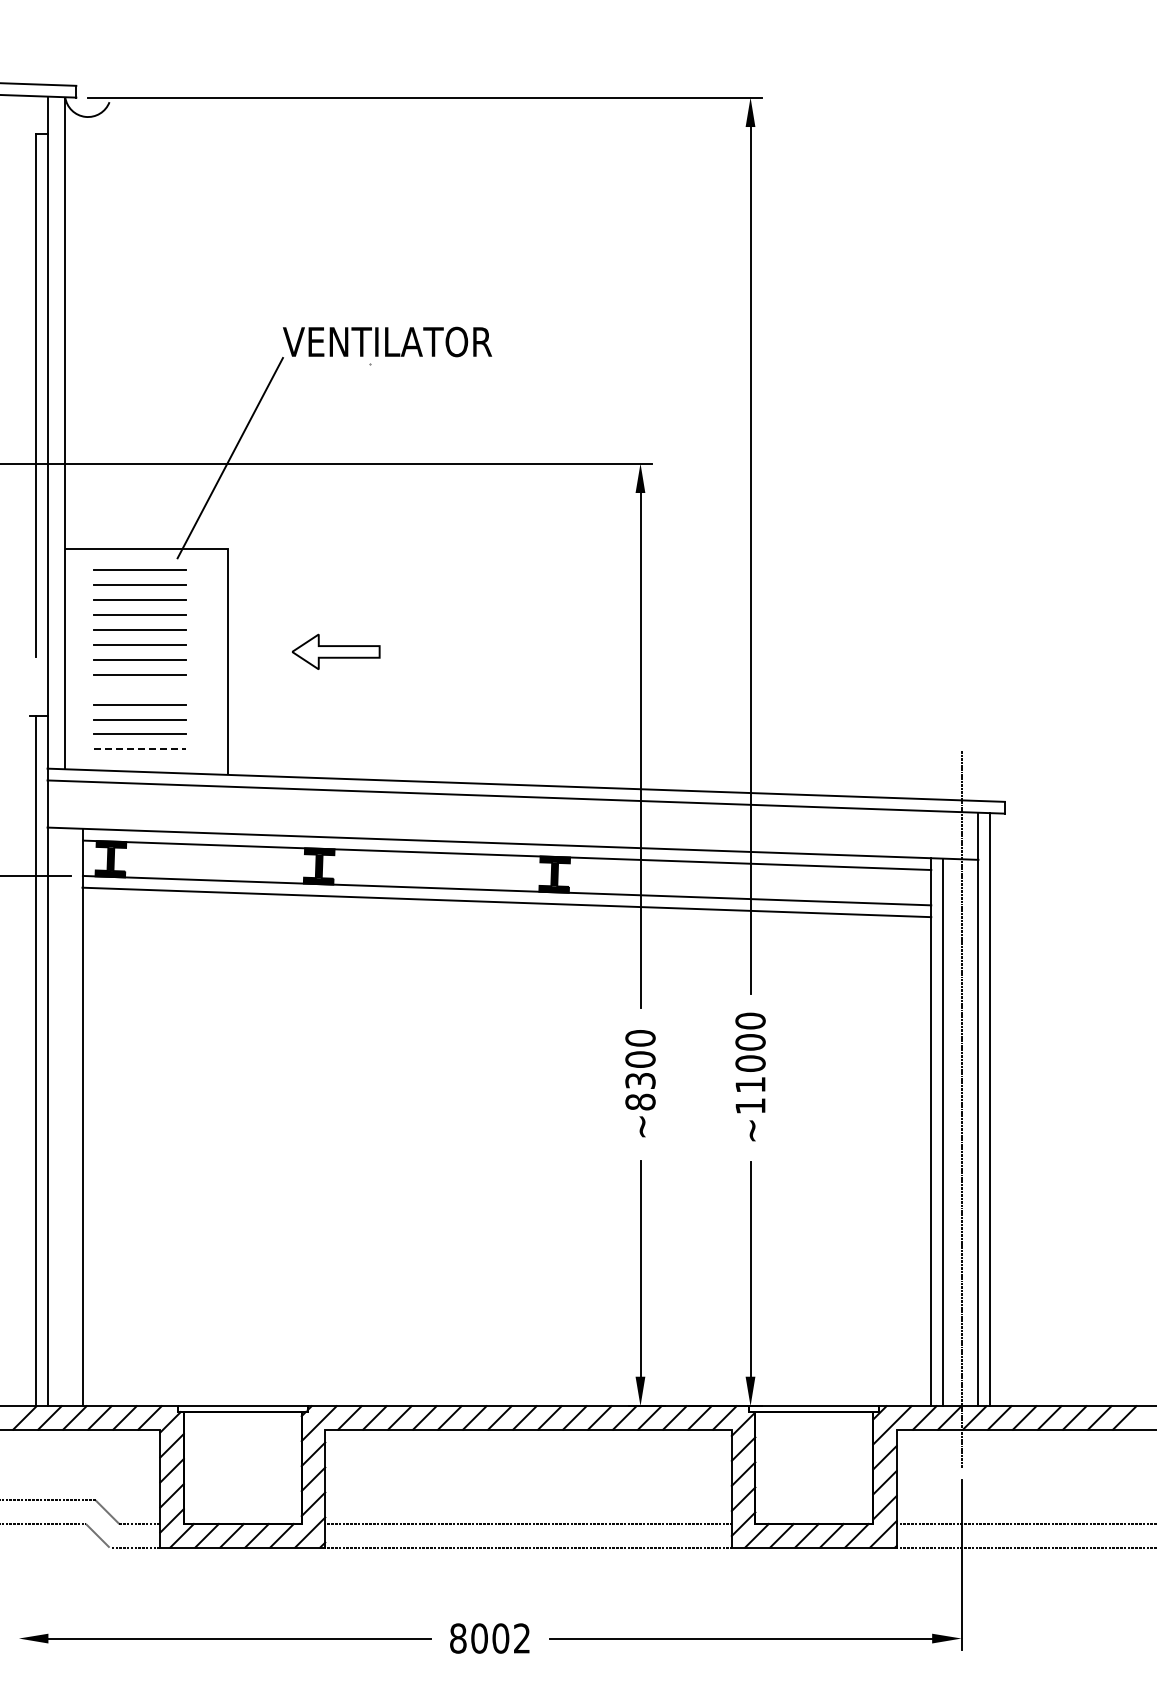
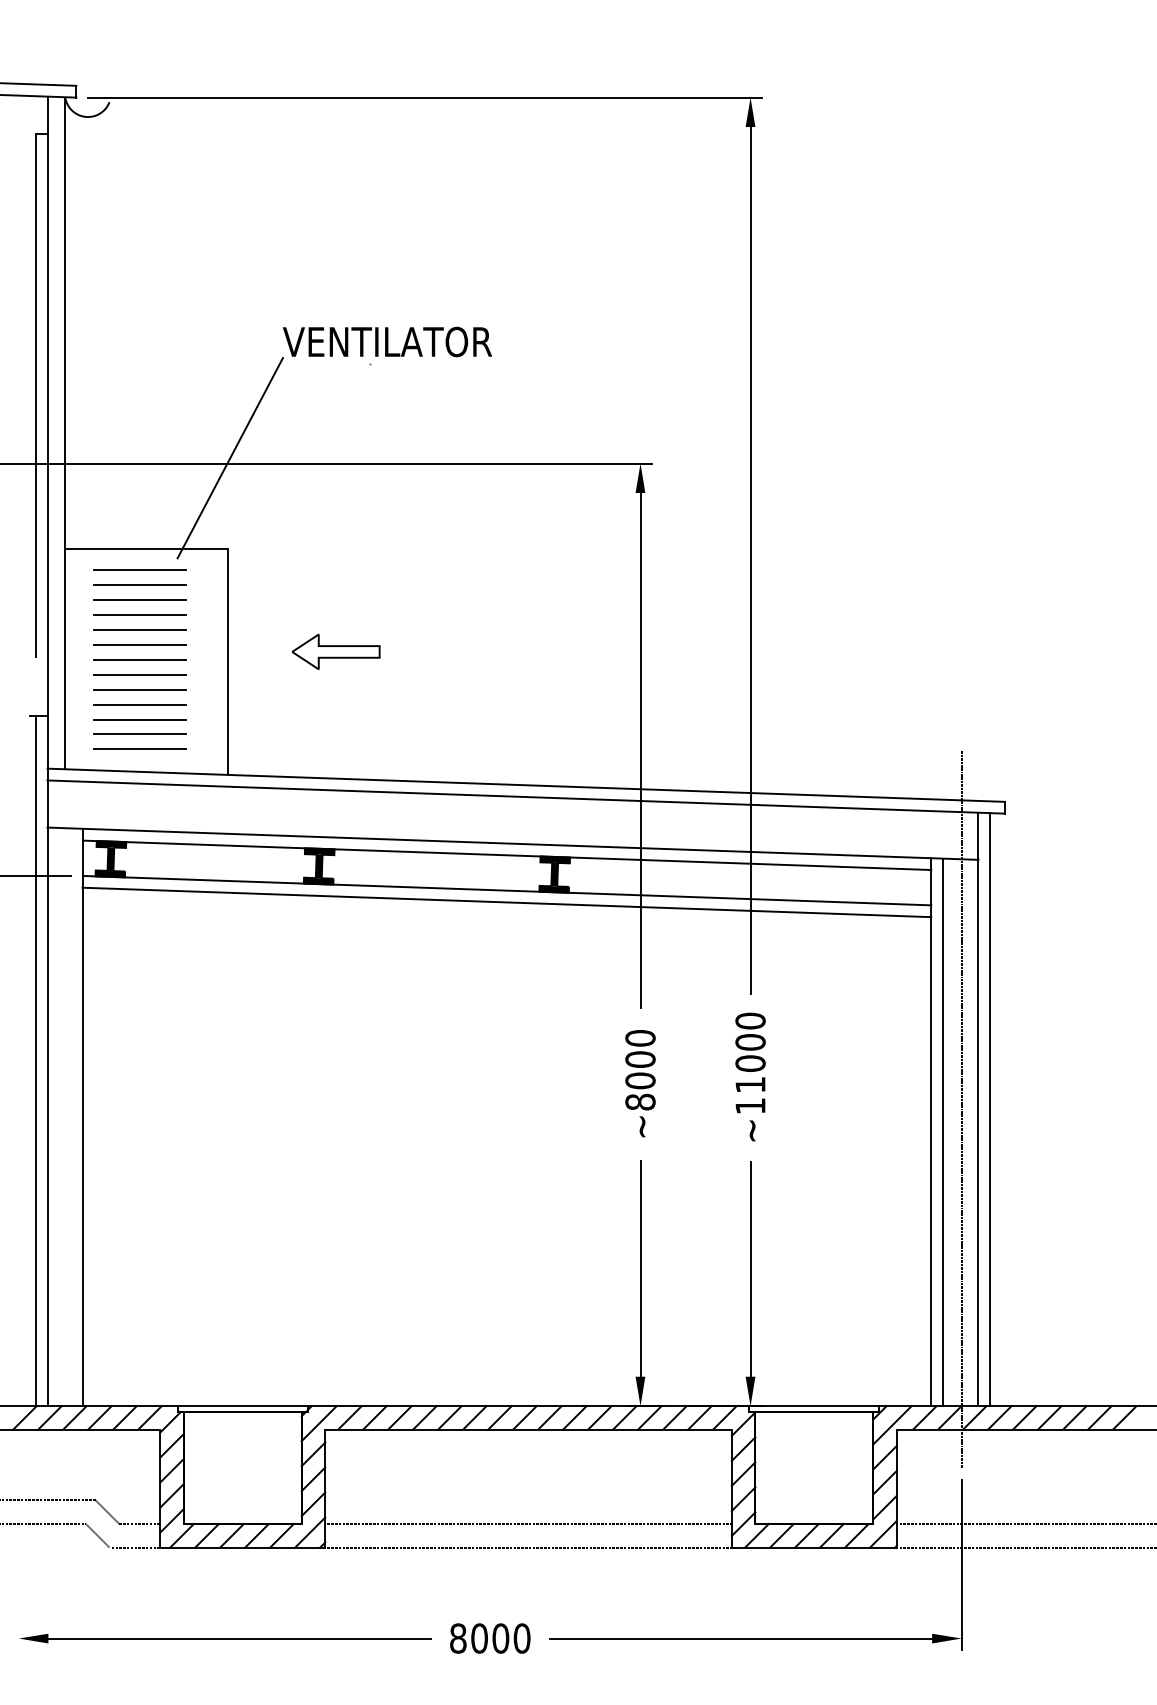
line at (139, 689): none -> present
line at (139, 749): dashed -> solid
text at (640, 1080): ~8300 -> ~8000
text at (521, 1638): 8002 -> 8000
